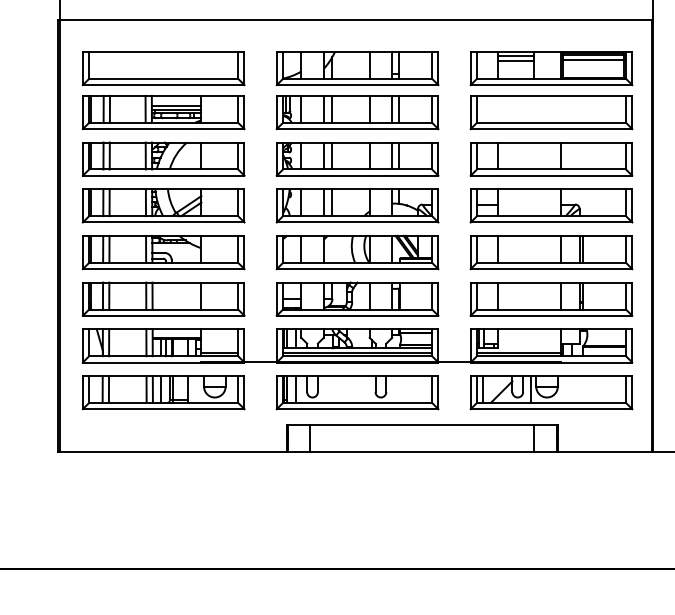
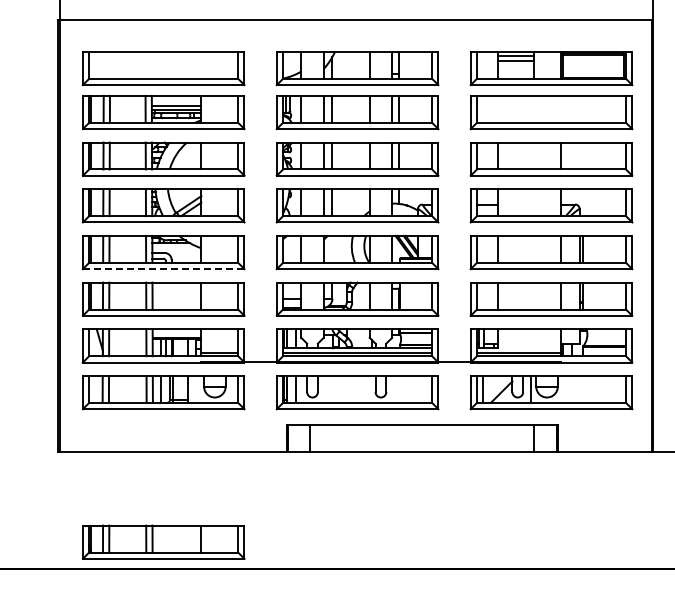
line at (592, 59): present -> none
line at (163, 269): solid -> dashed
part at (163, 541): none -> present
